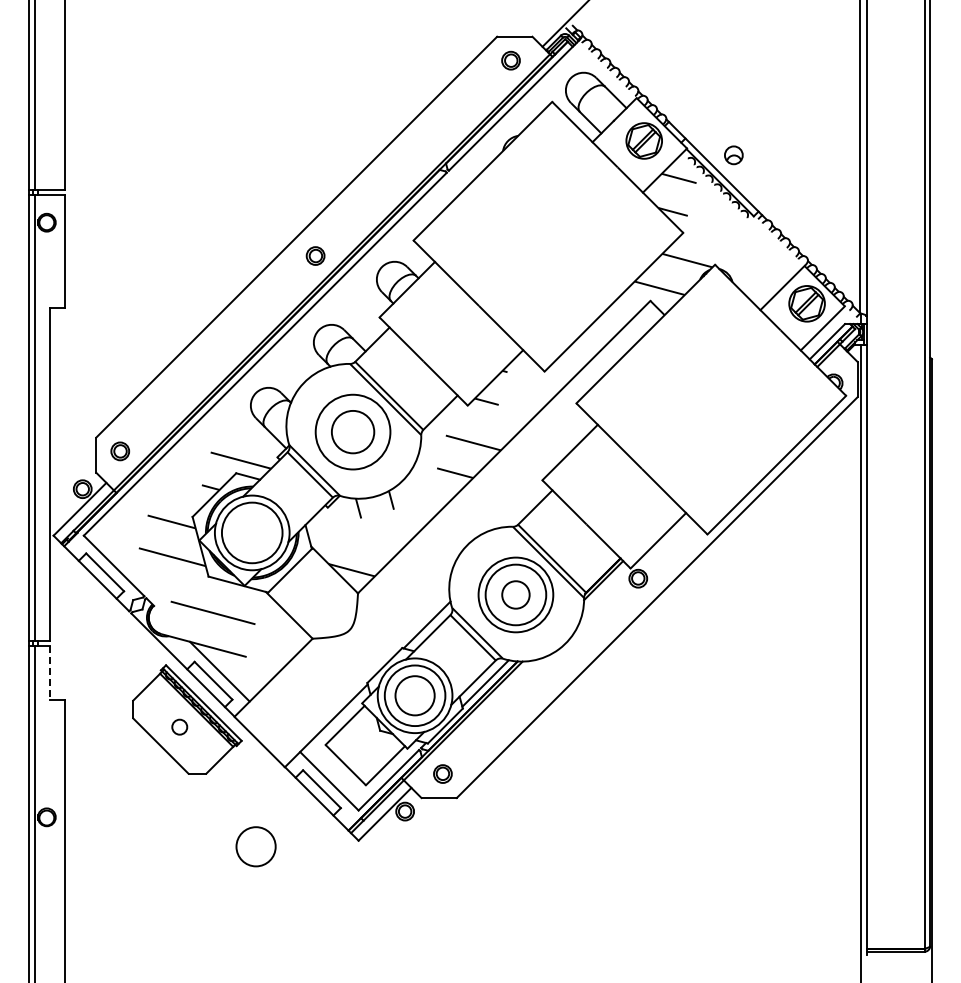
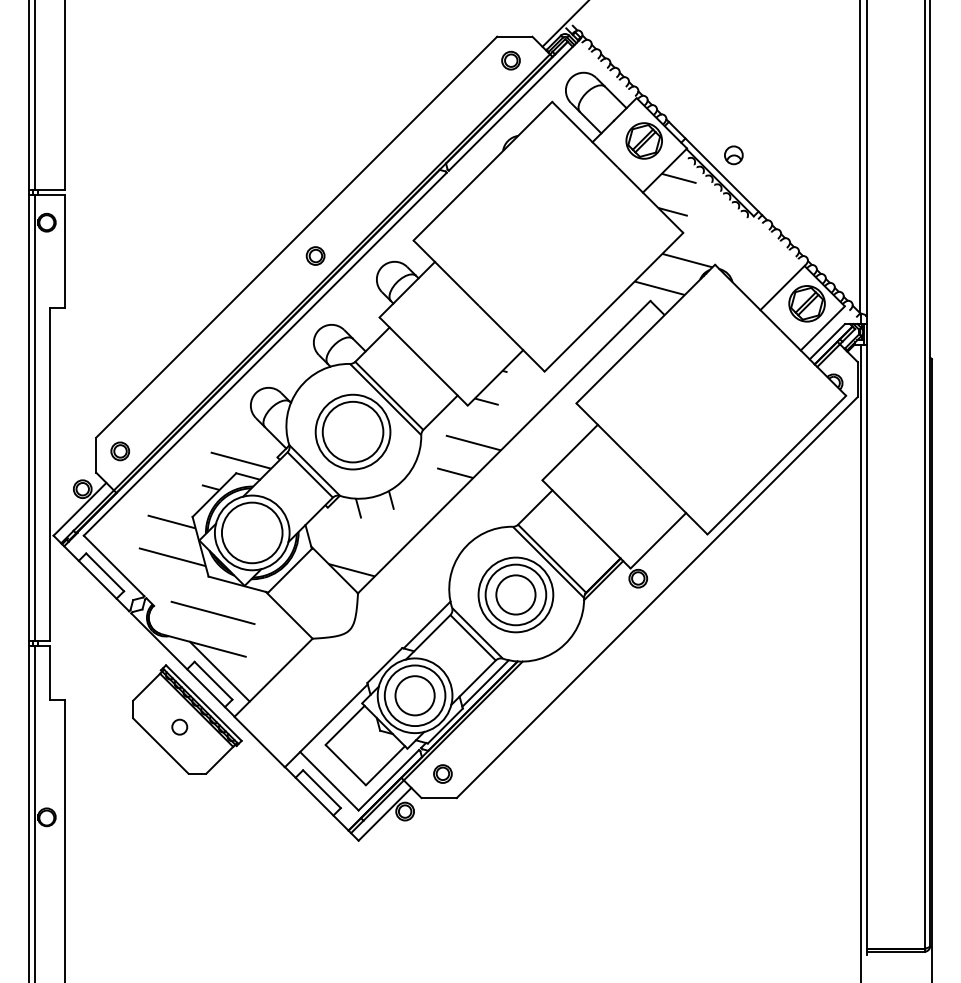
circle at (352, 431) diameter: 42 px -> 61 px
circle at (515, 594) diameter: 27 px -> 39 px
line at (50, 673): dashed -> solid
circle at (255, 846): present -> none
